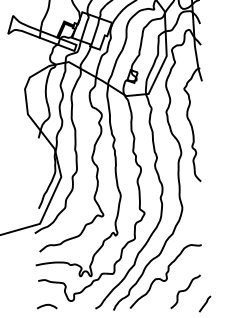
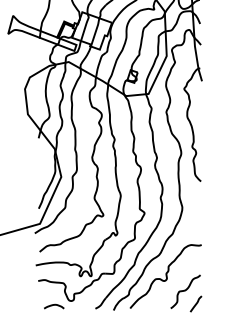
line at (204, 303) position: (204, 303) -> (195, 303)
curve at (47, 305) position: (47, 305) -> (54, 305)
